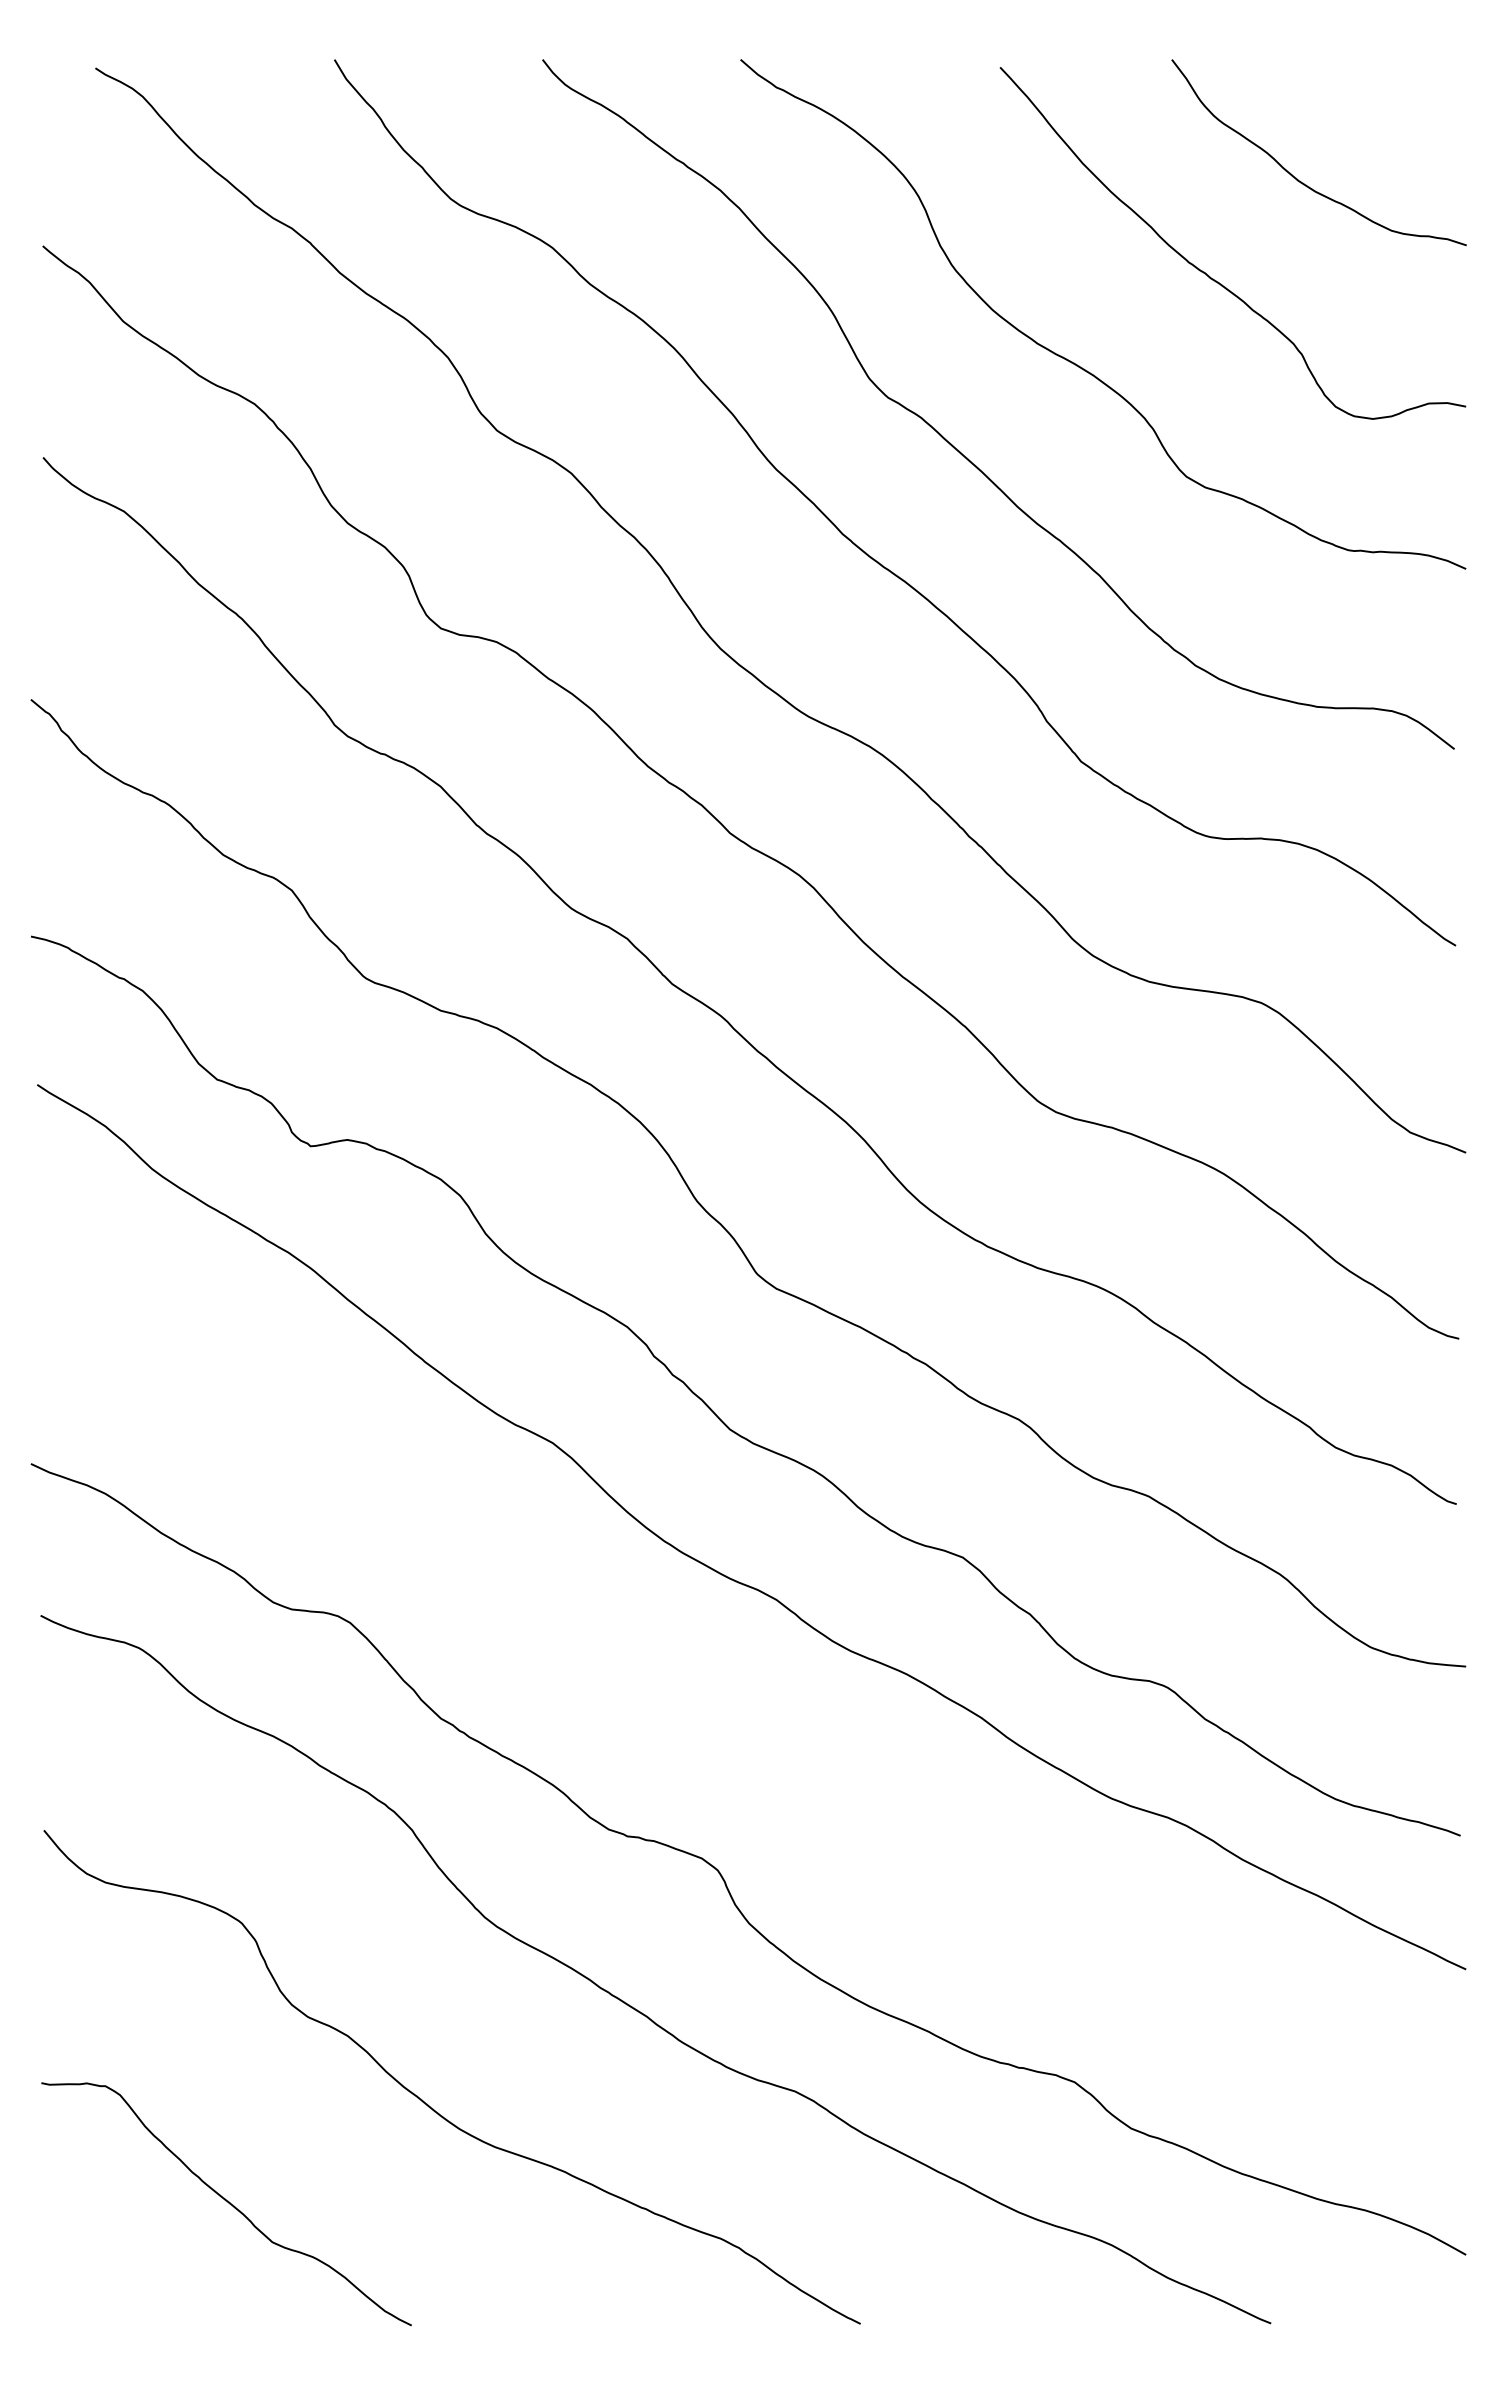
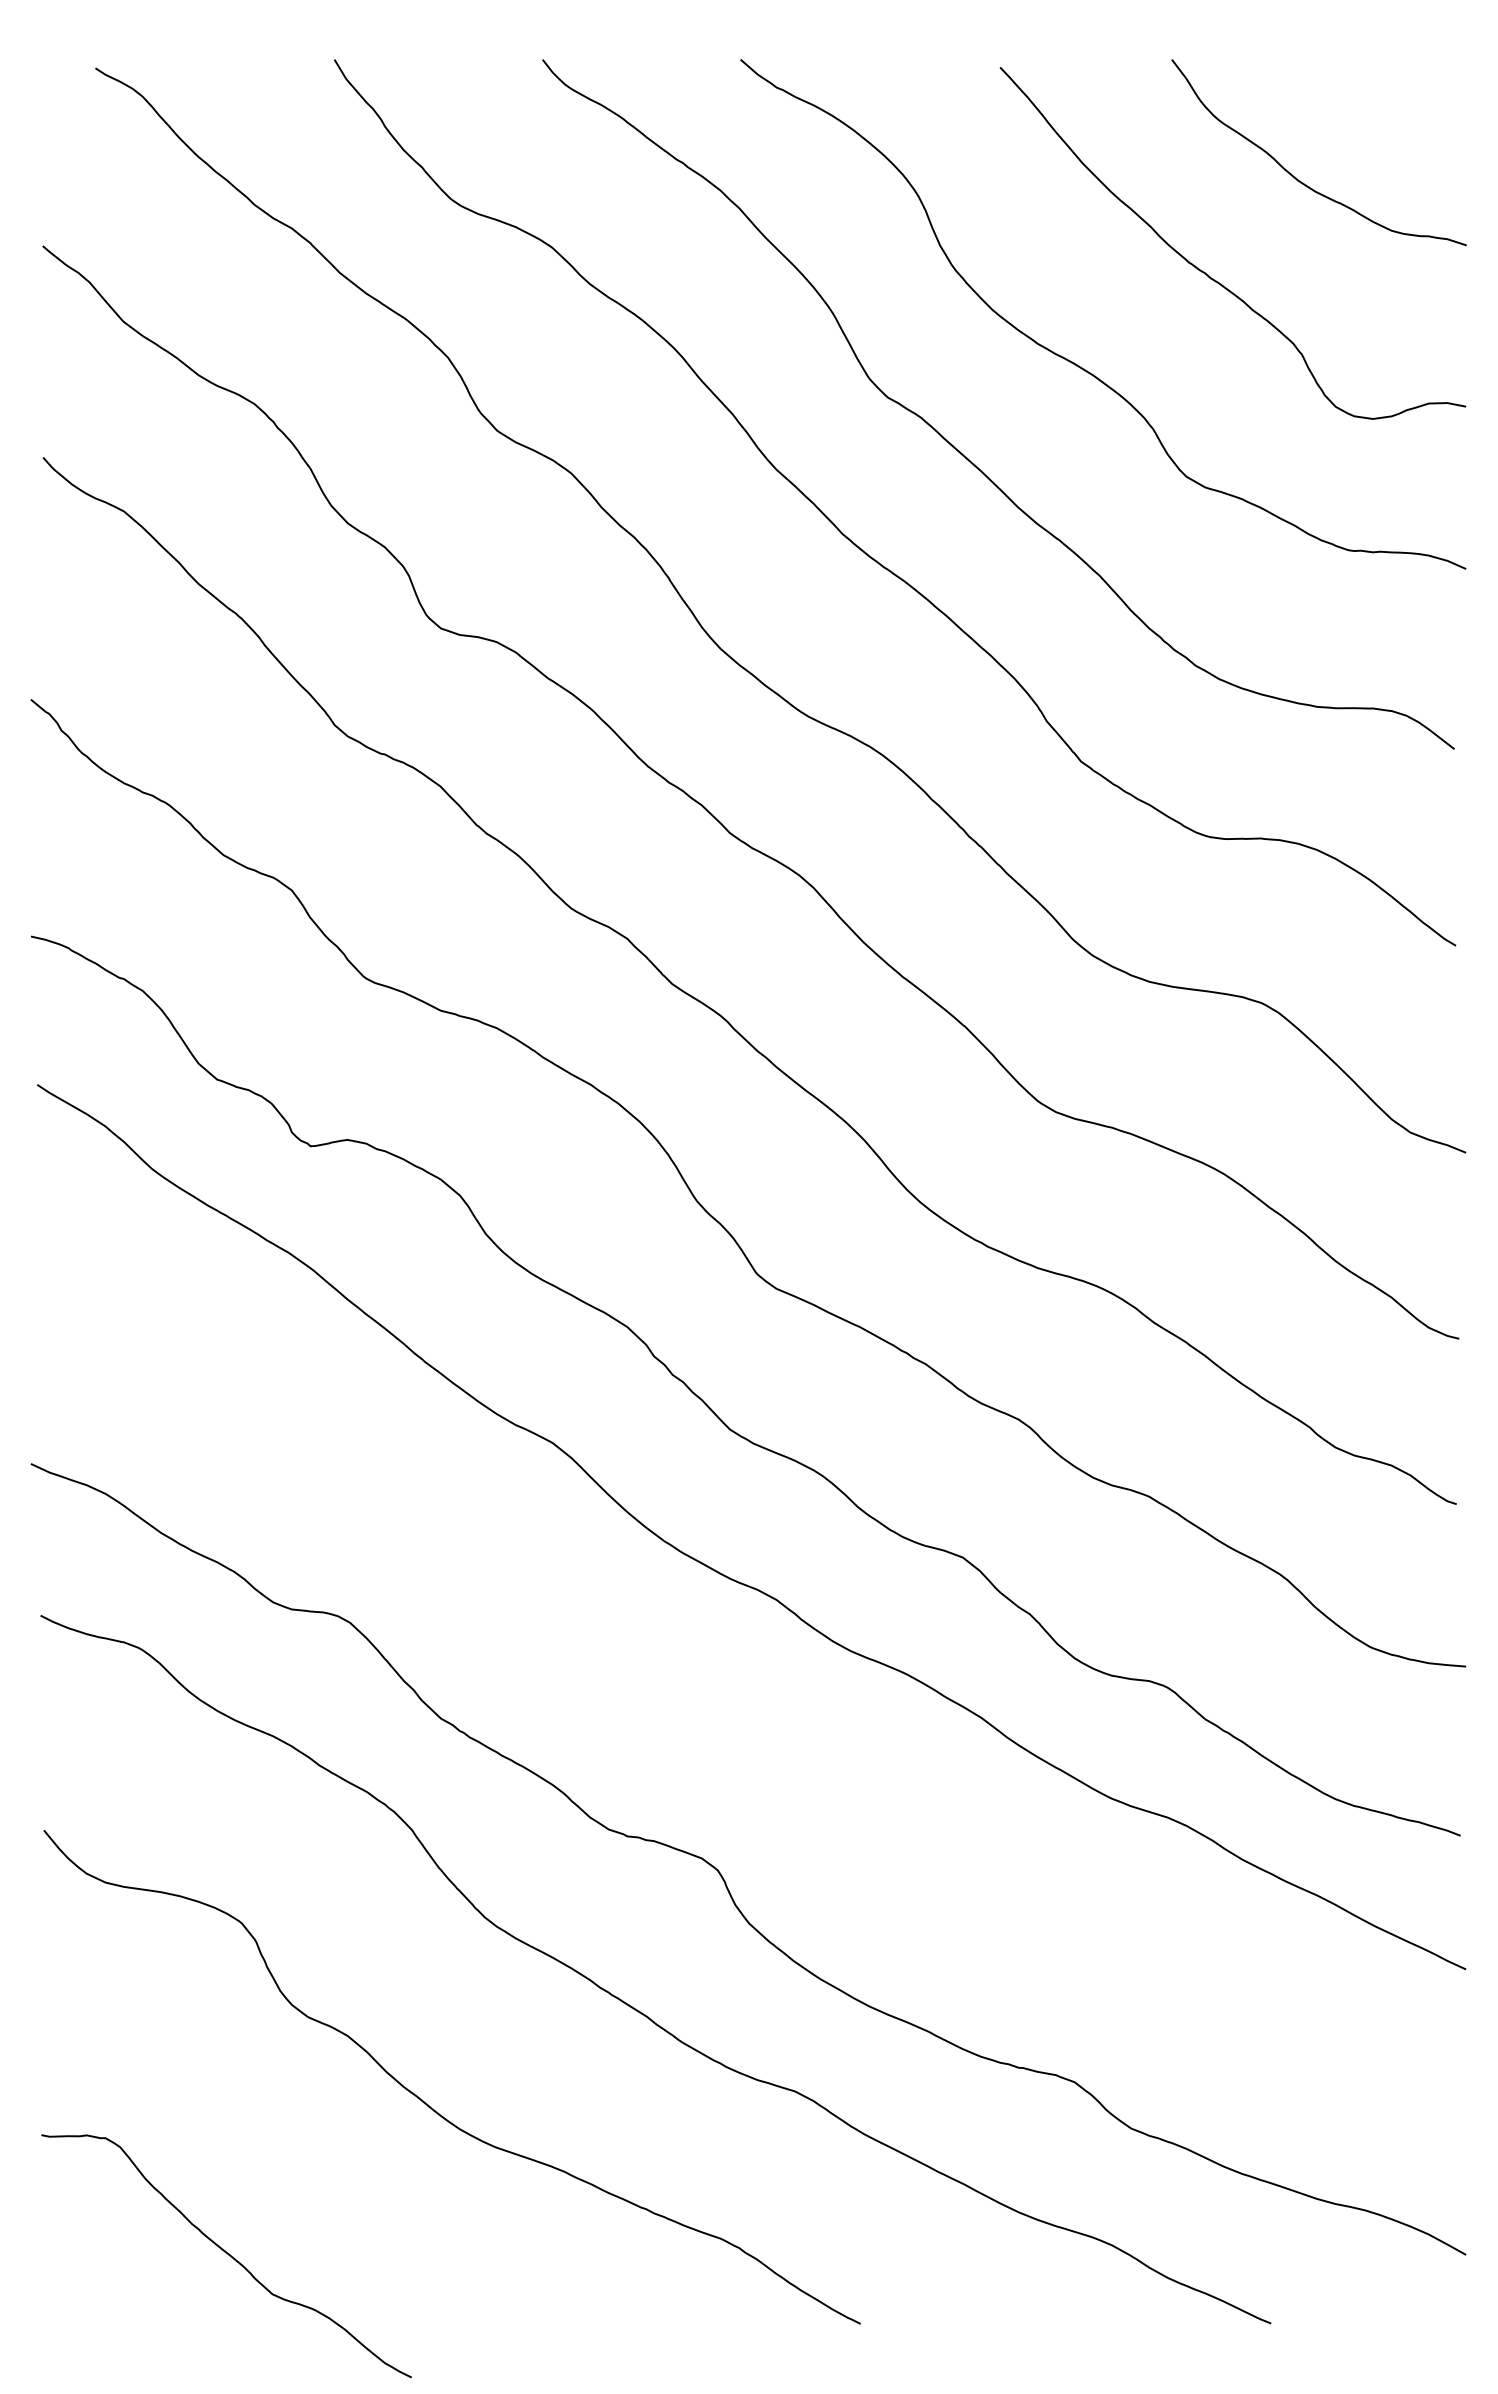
curve at (227, 2202) position: (227, 2202) -> (227, 2254)
